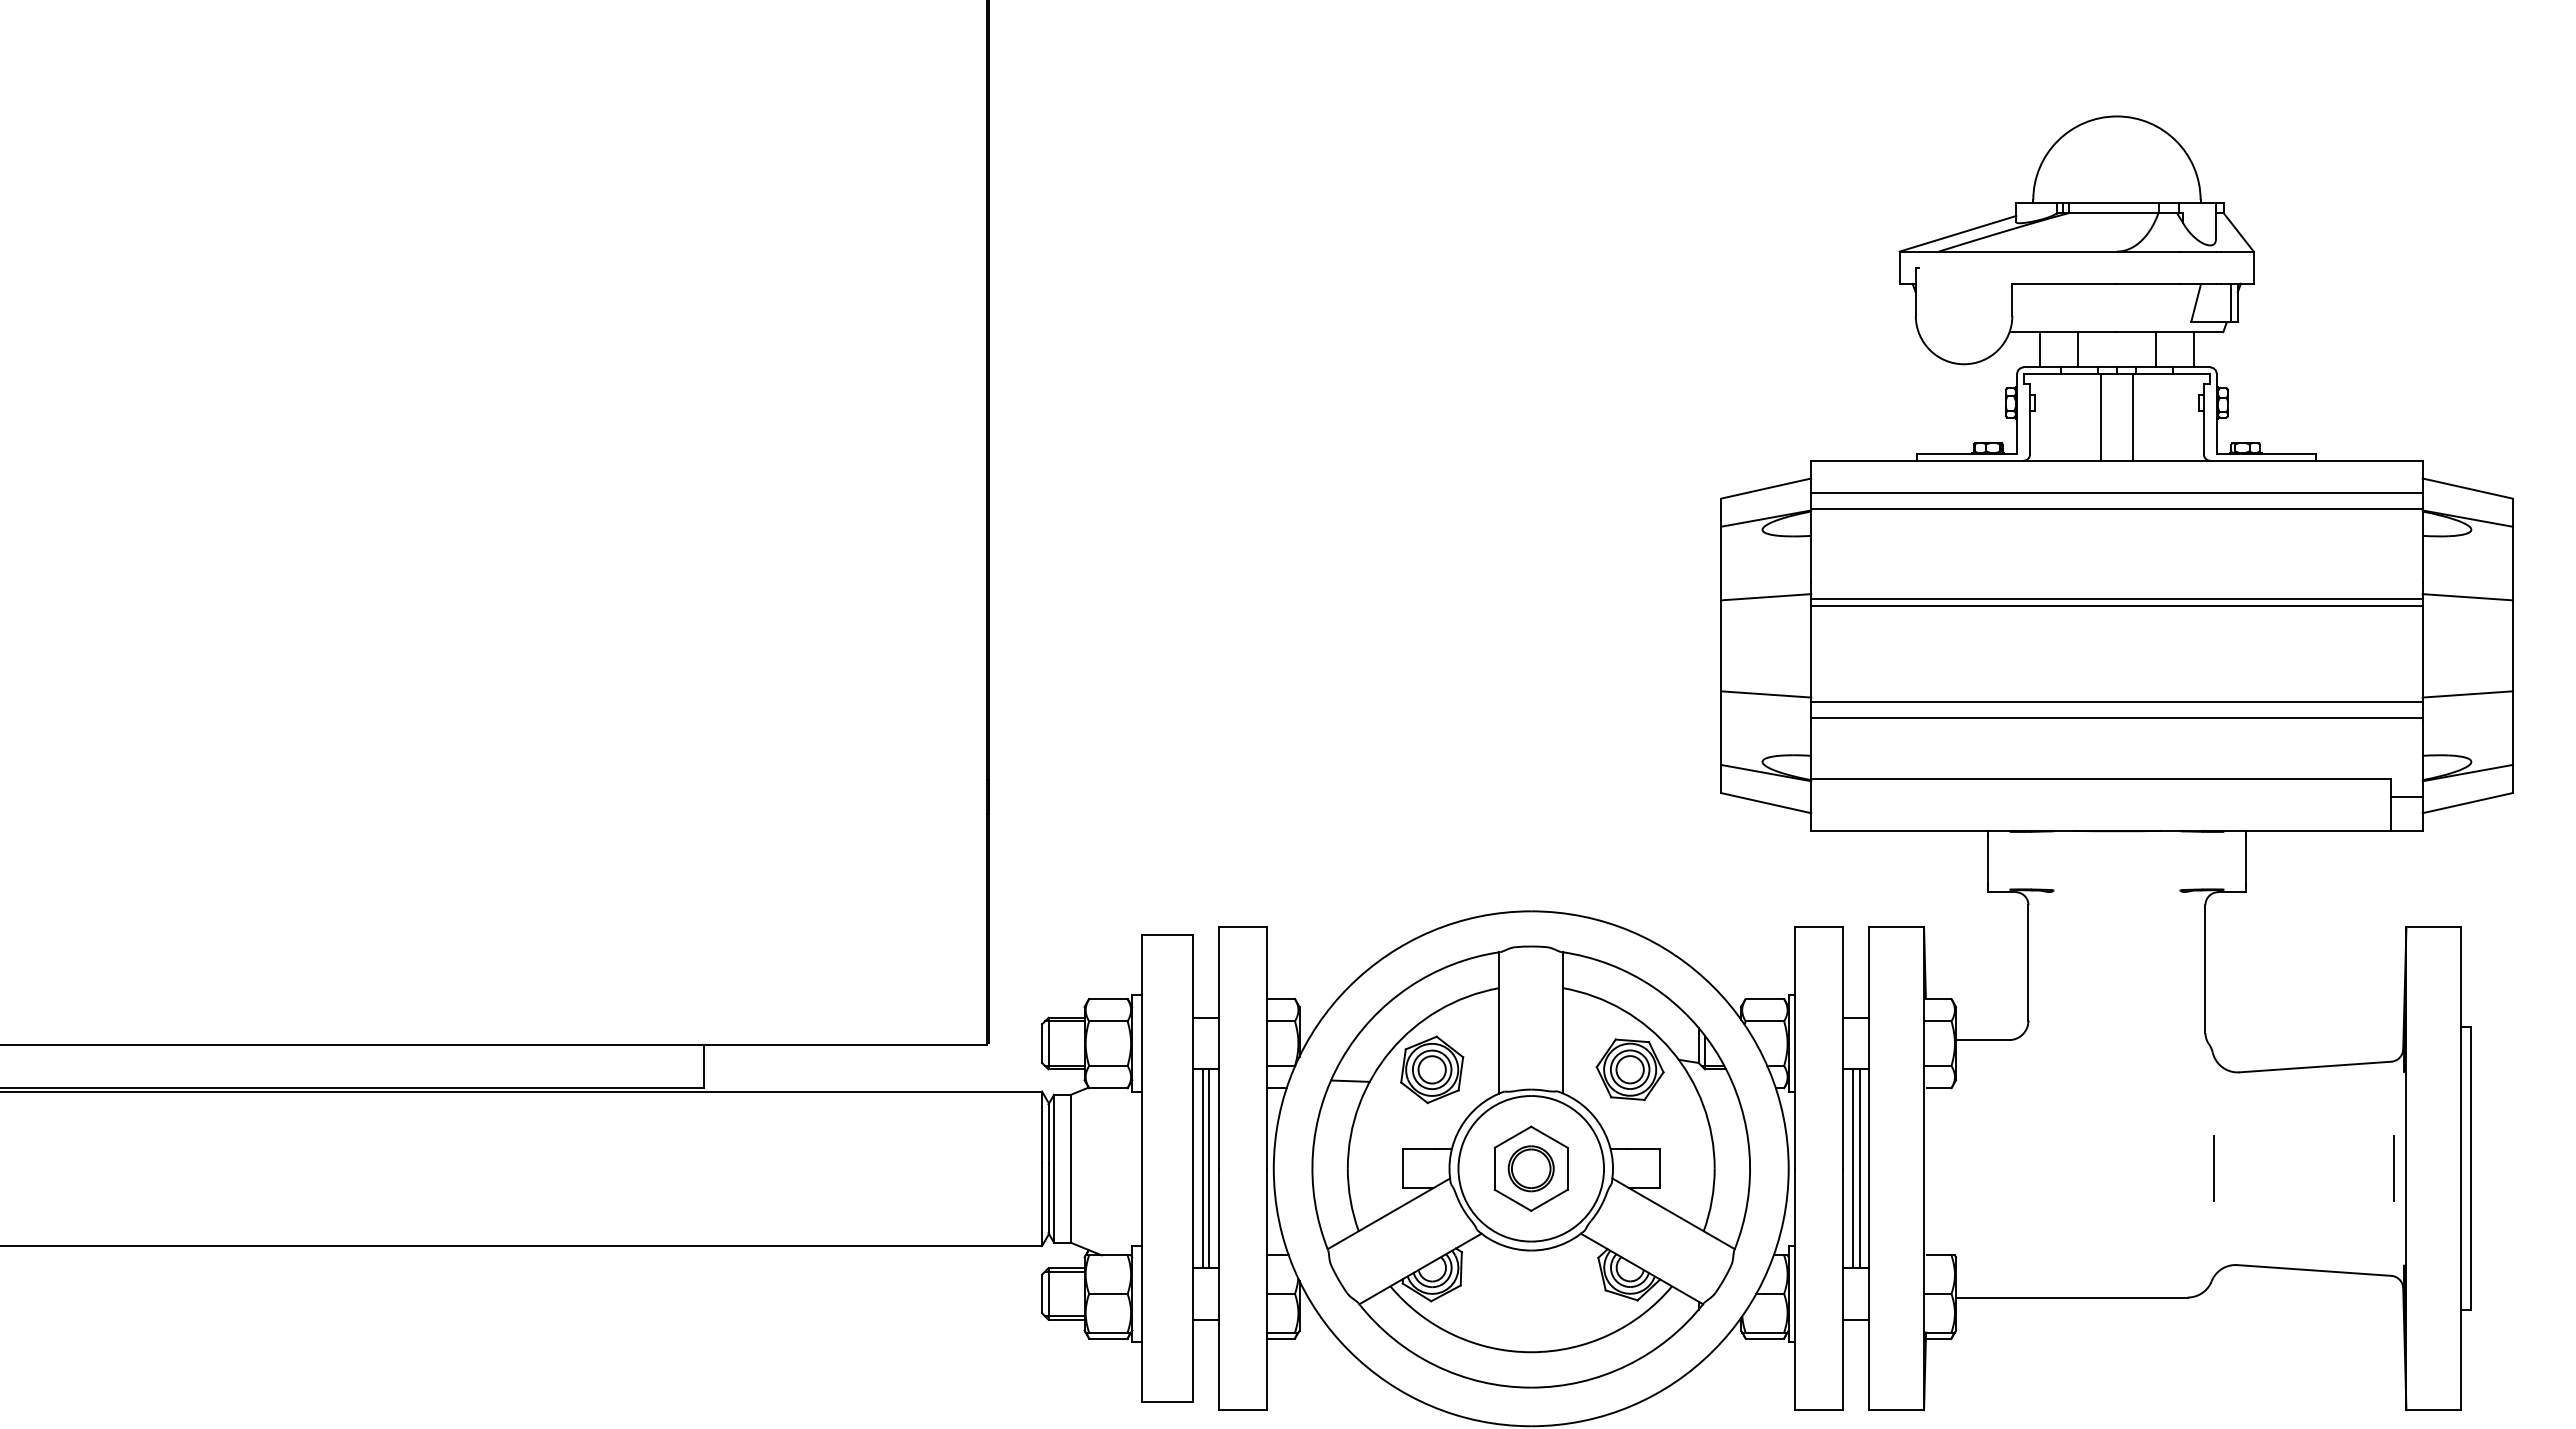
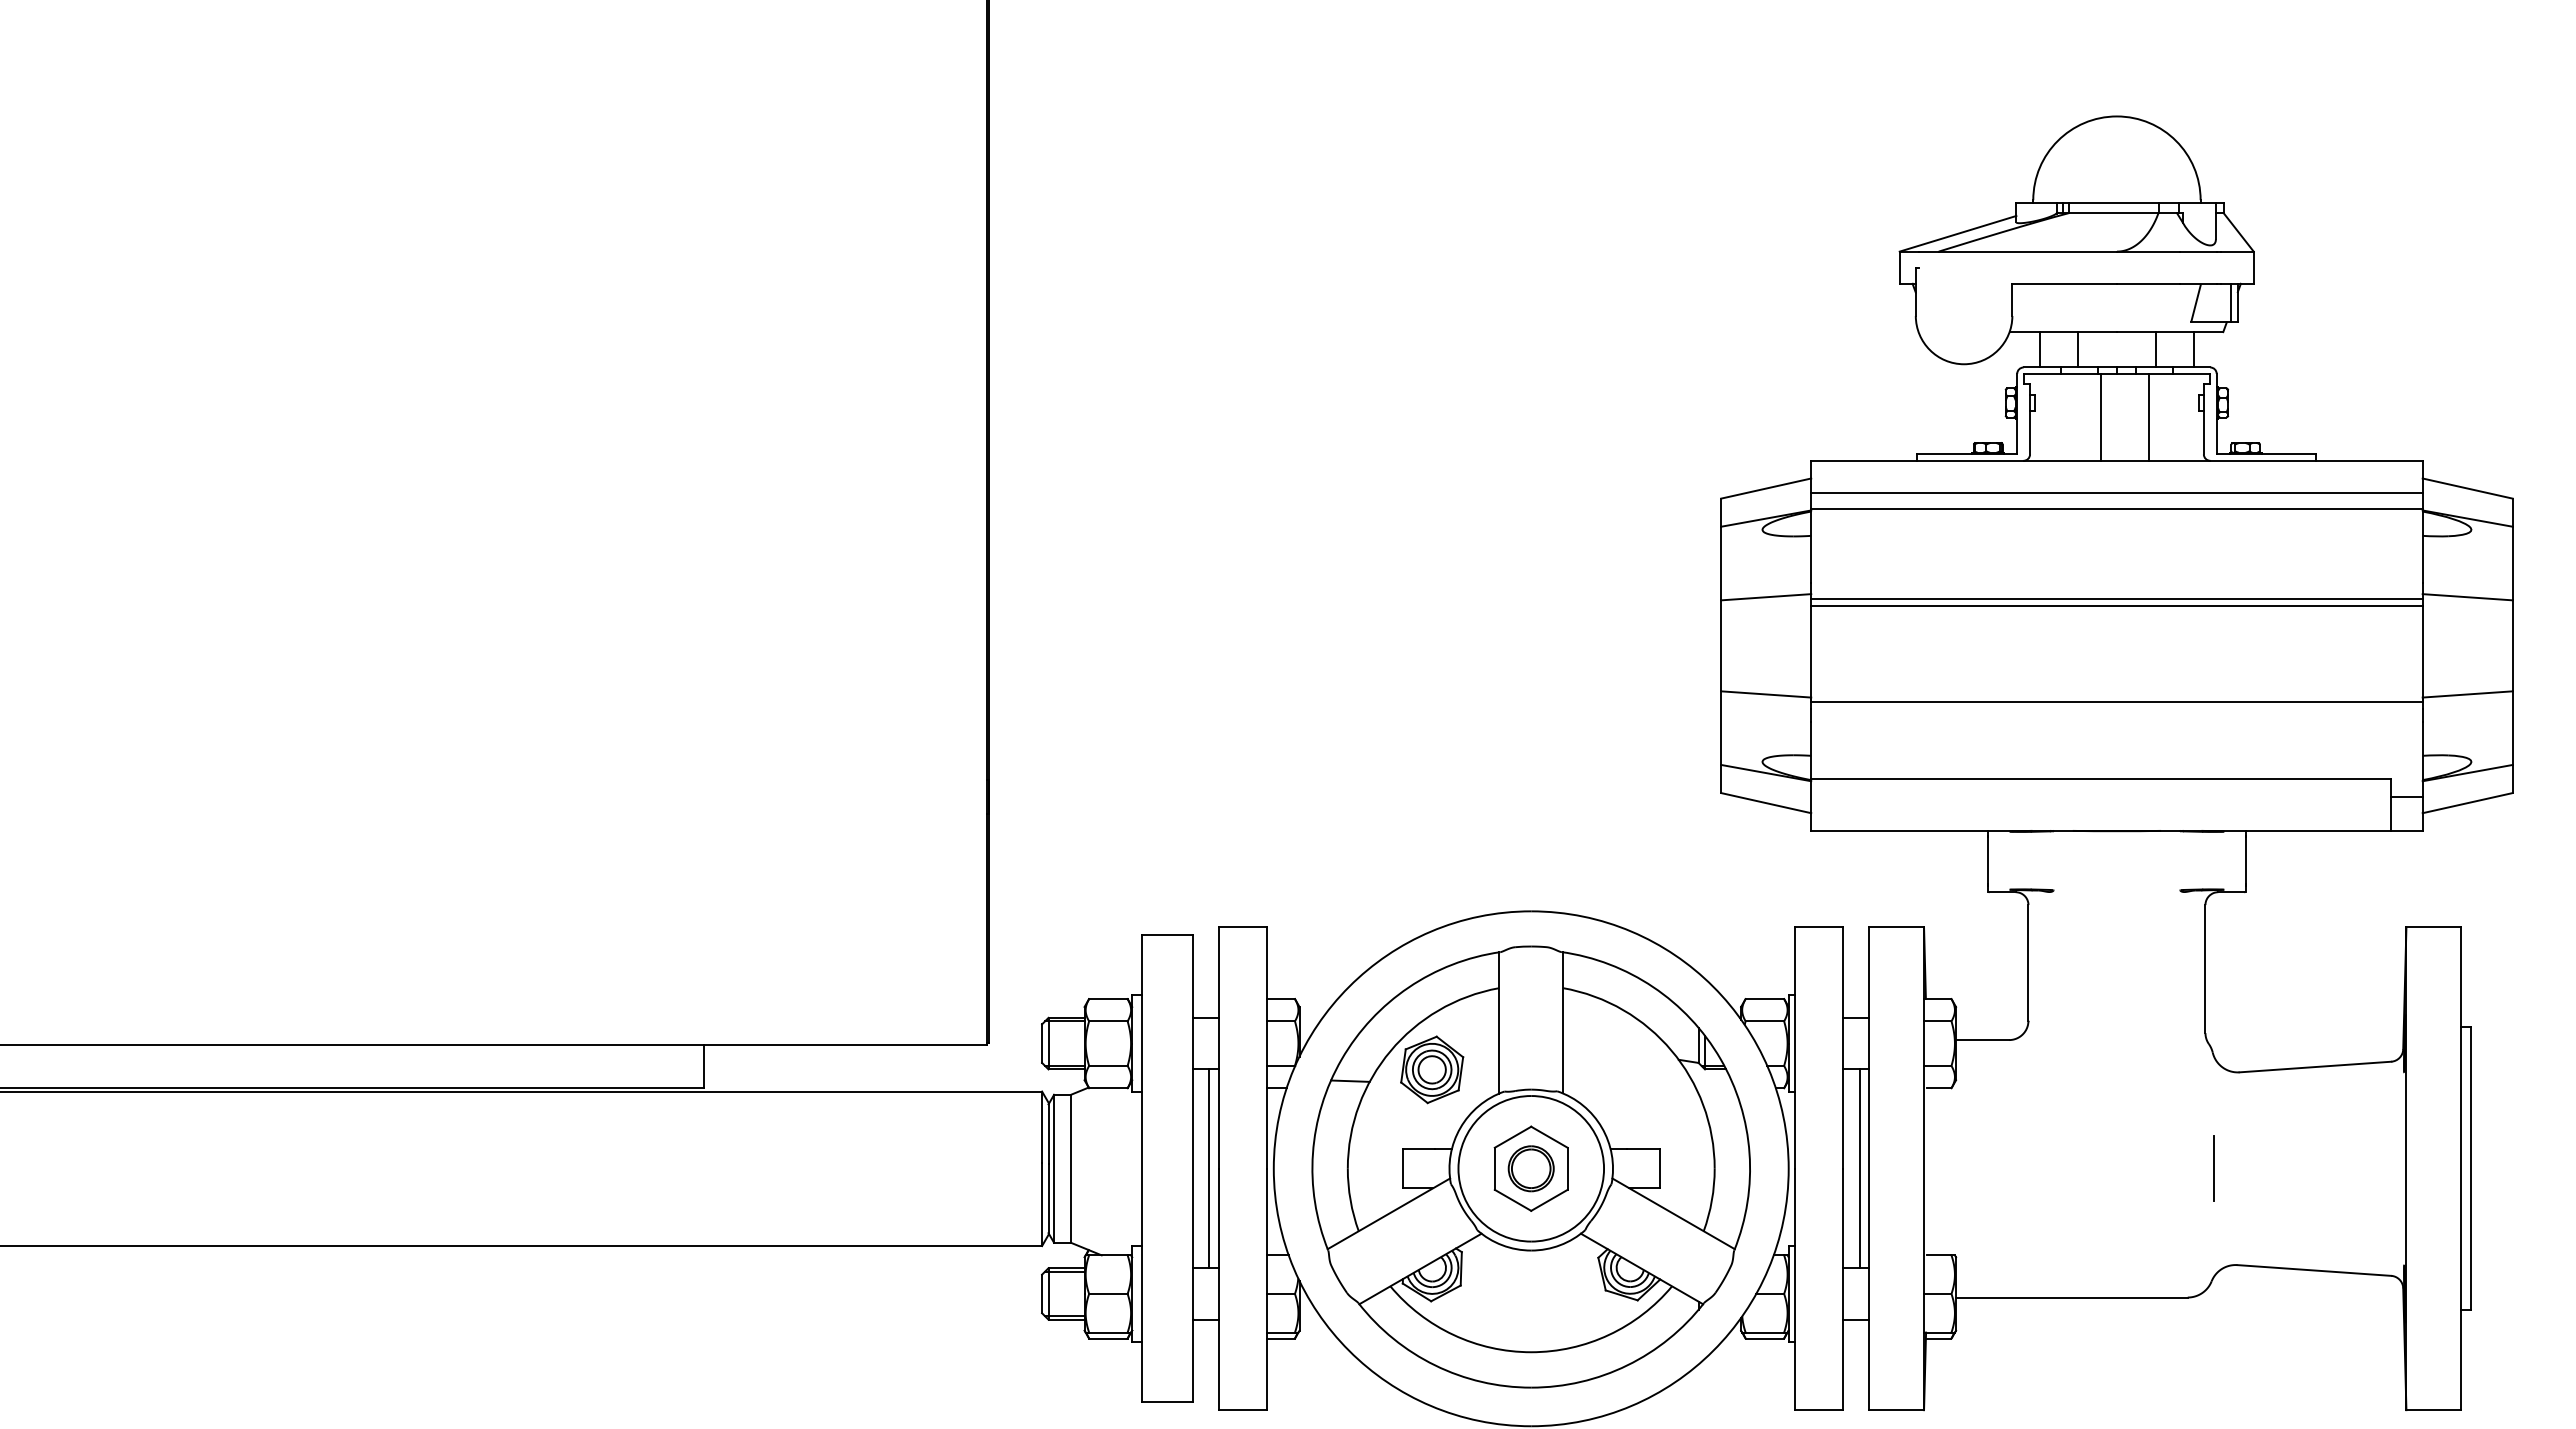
line at (2133, 416) position: (2133, 416) -> (2149, 416)
line at (2116, 718): present -> none
part at (1629, 1069): present -> none
line at (1203, 1168): present -> none
line at (1853, 1168): present -> none
line at (2393, 1168): present -> none
